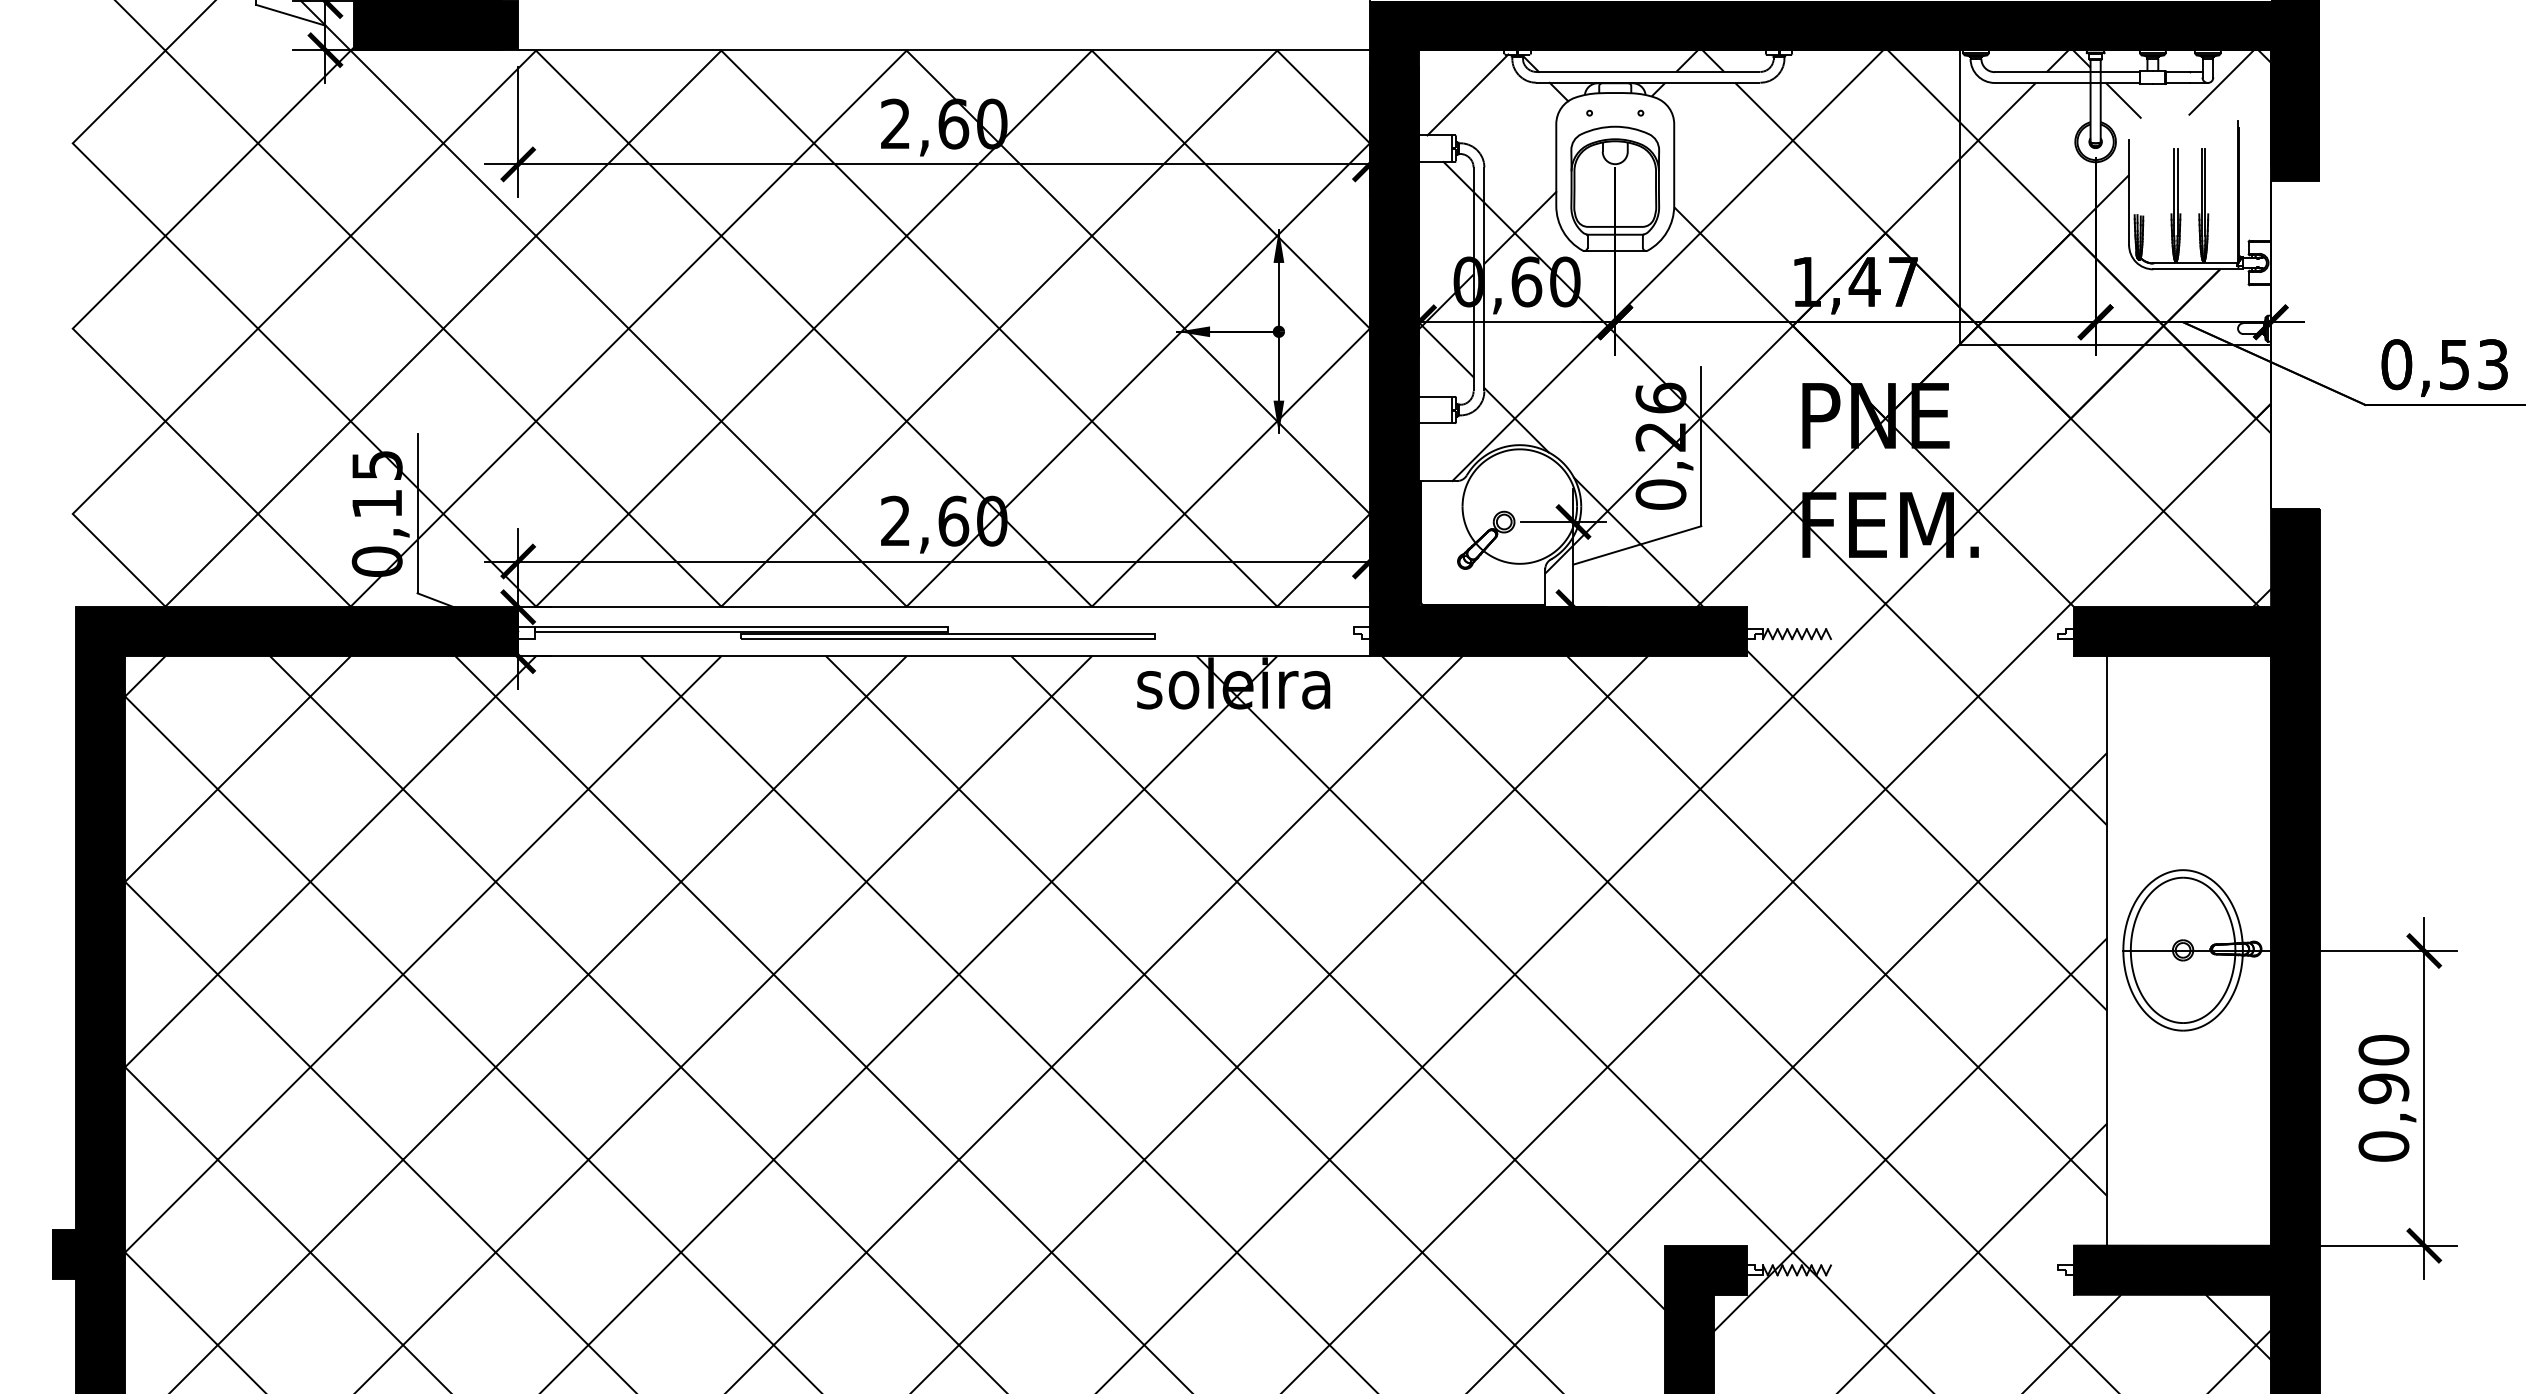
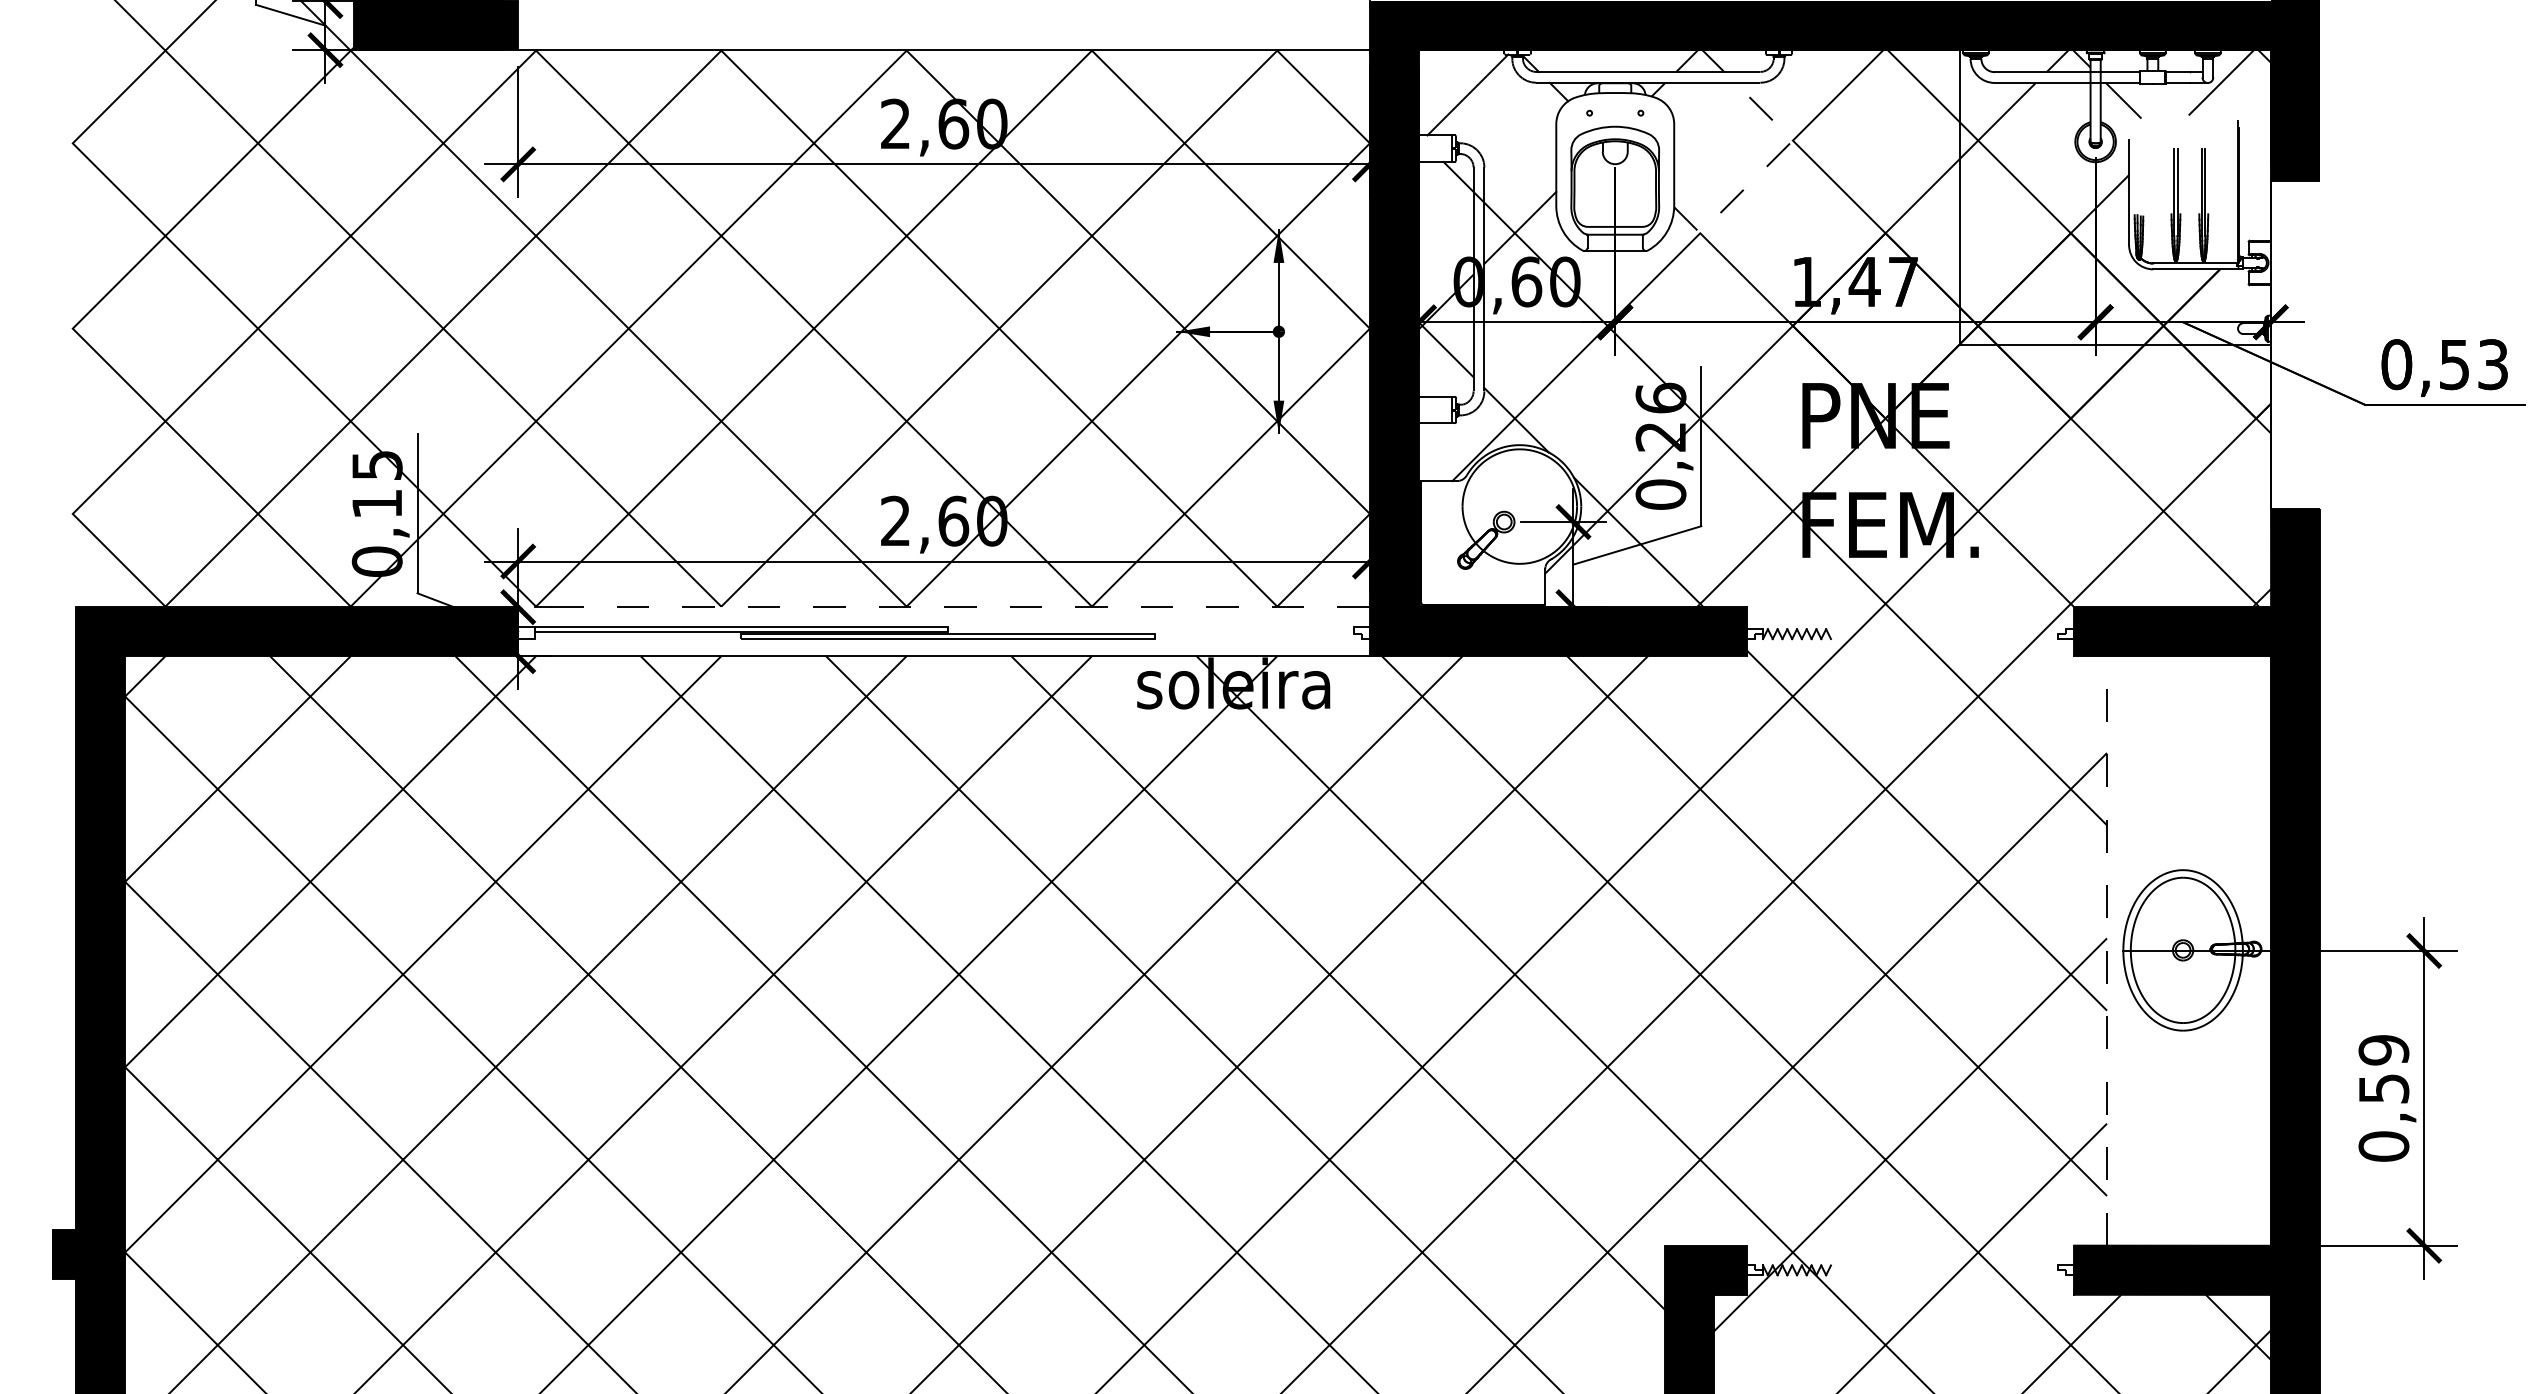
line at (1762, 170): solid -> dashed
line at (944, 607): solid -> dashed
line at (2107, 950): solid -> dashed
text at (2383, 1069): 0,90 -> 0,59
